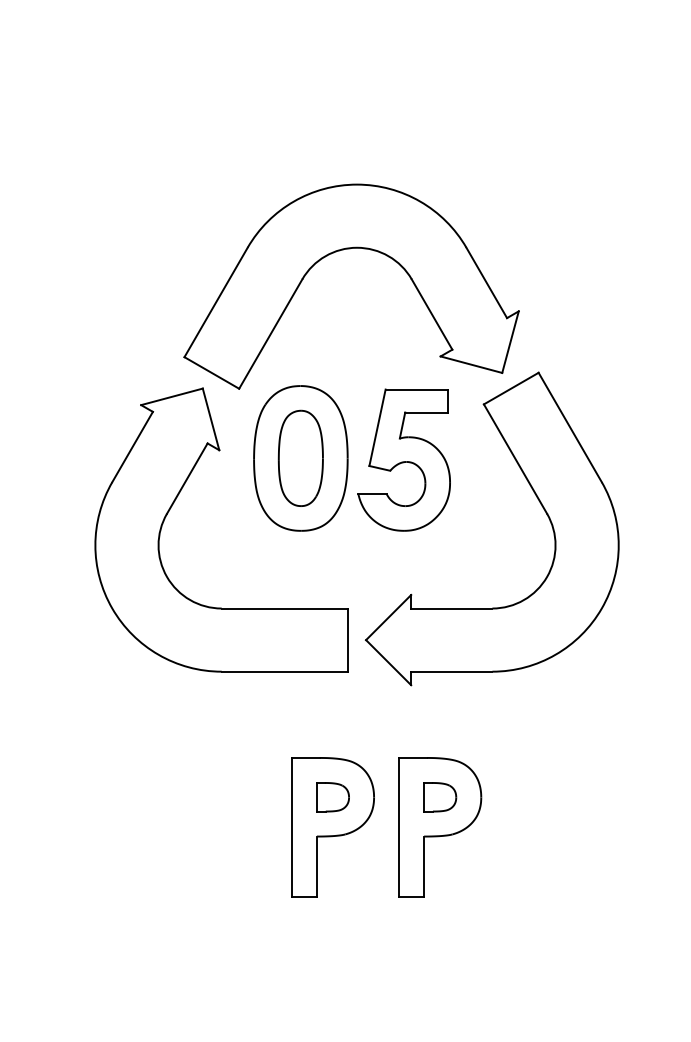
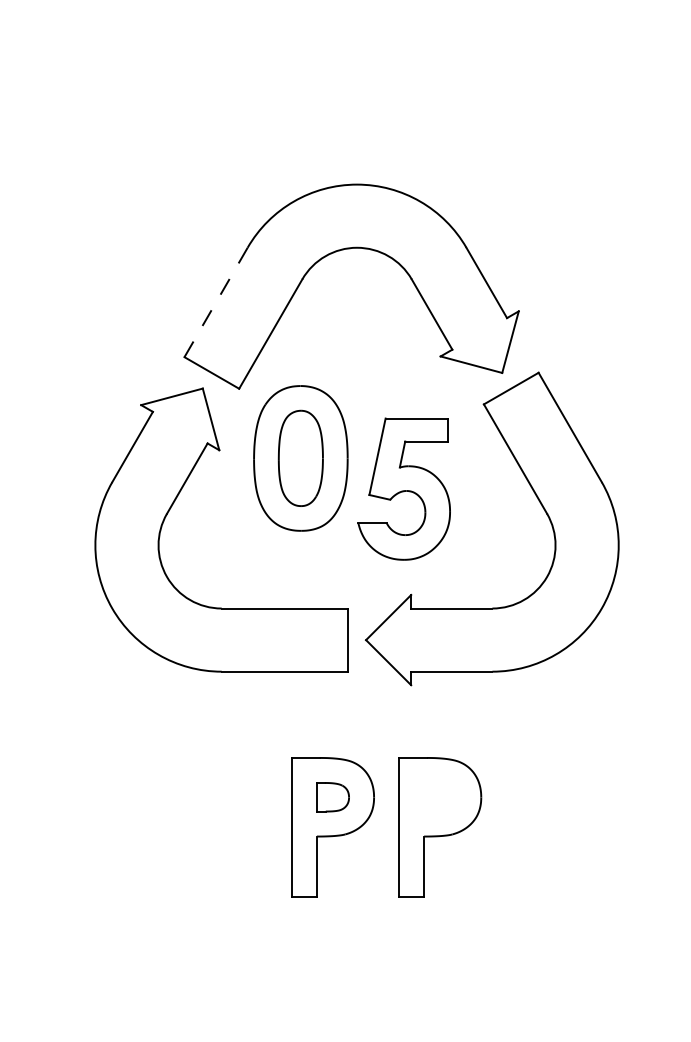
line at (216, 302): solid -> dashed
part at (403, 459) position: (403, 459) -> (403, 488)
part at (440, 797): present -> none
